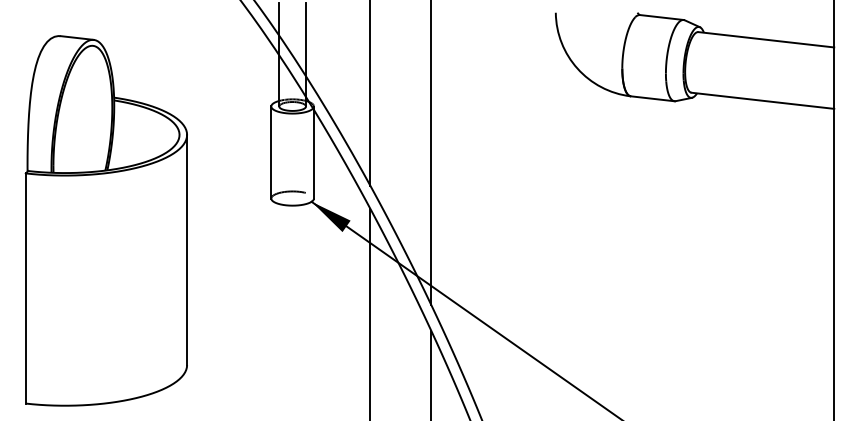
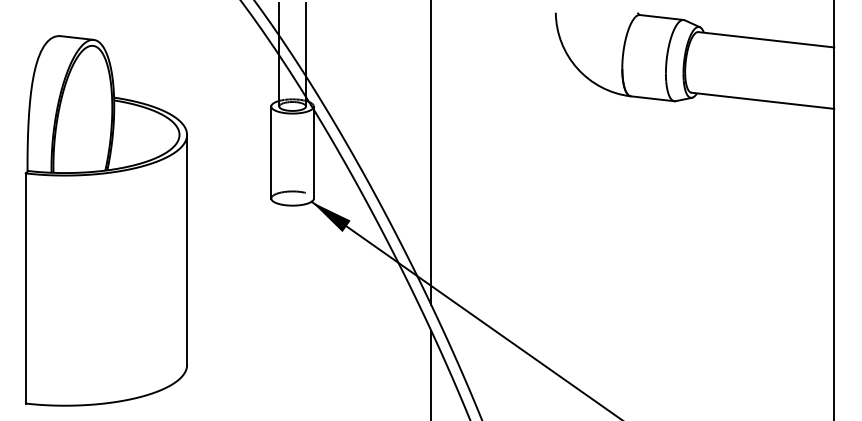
line at (370, 93): present -> none
line at (370, 312): present -> none
